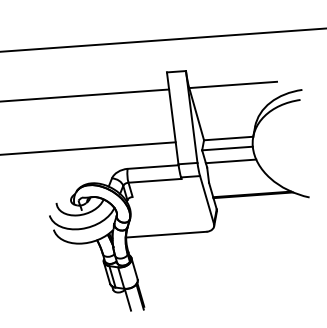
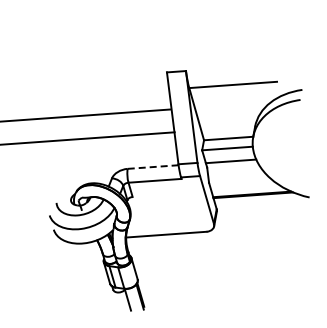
line at (162, 39): present -> none
line at (85, 95) position: (85, 95) -> (86, 115)
line at (88, 148) position: (88, 148) -> (88, 138)
line at (153, 167): solid -> dashed
